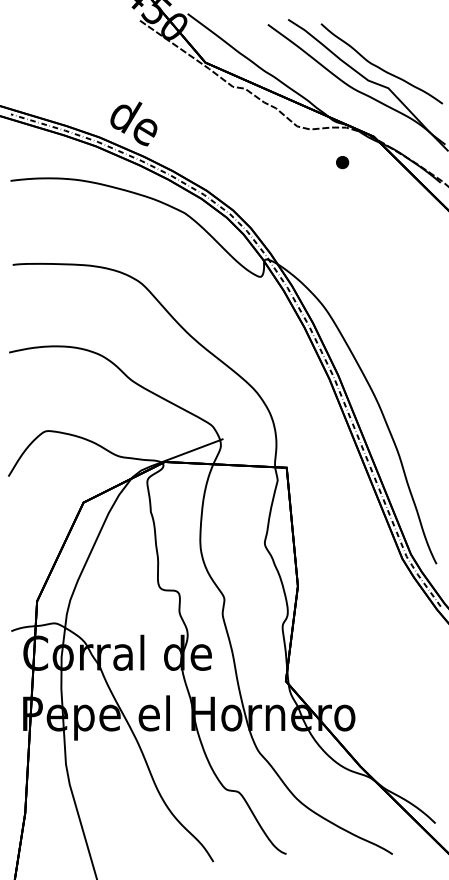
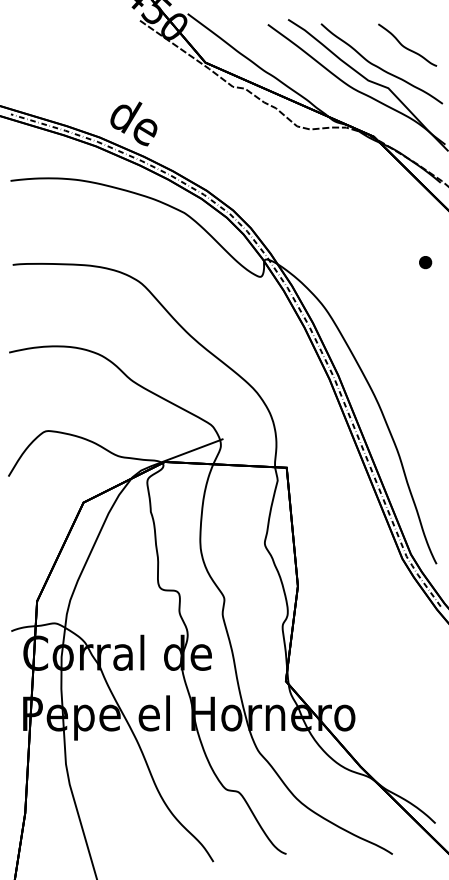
curve at (405, 46): none -> present
part at (342, 162) position: (342, 162) -> (425, 262)
